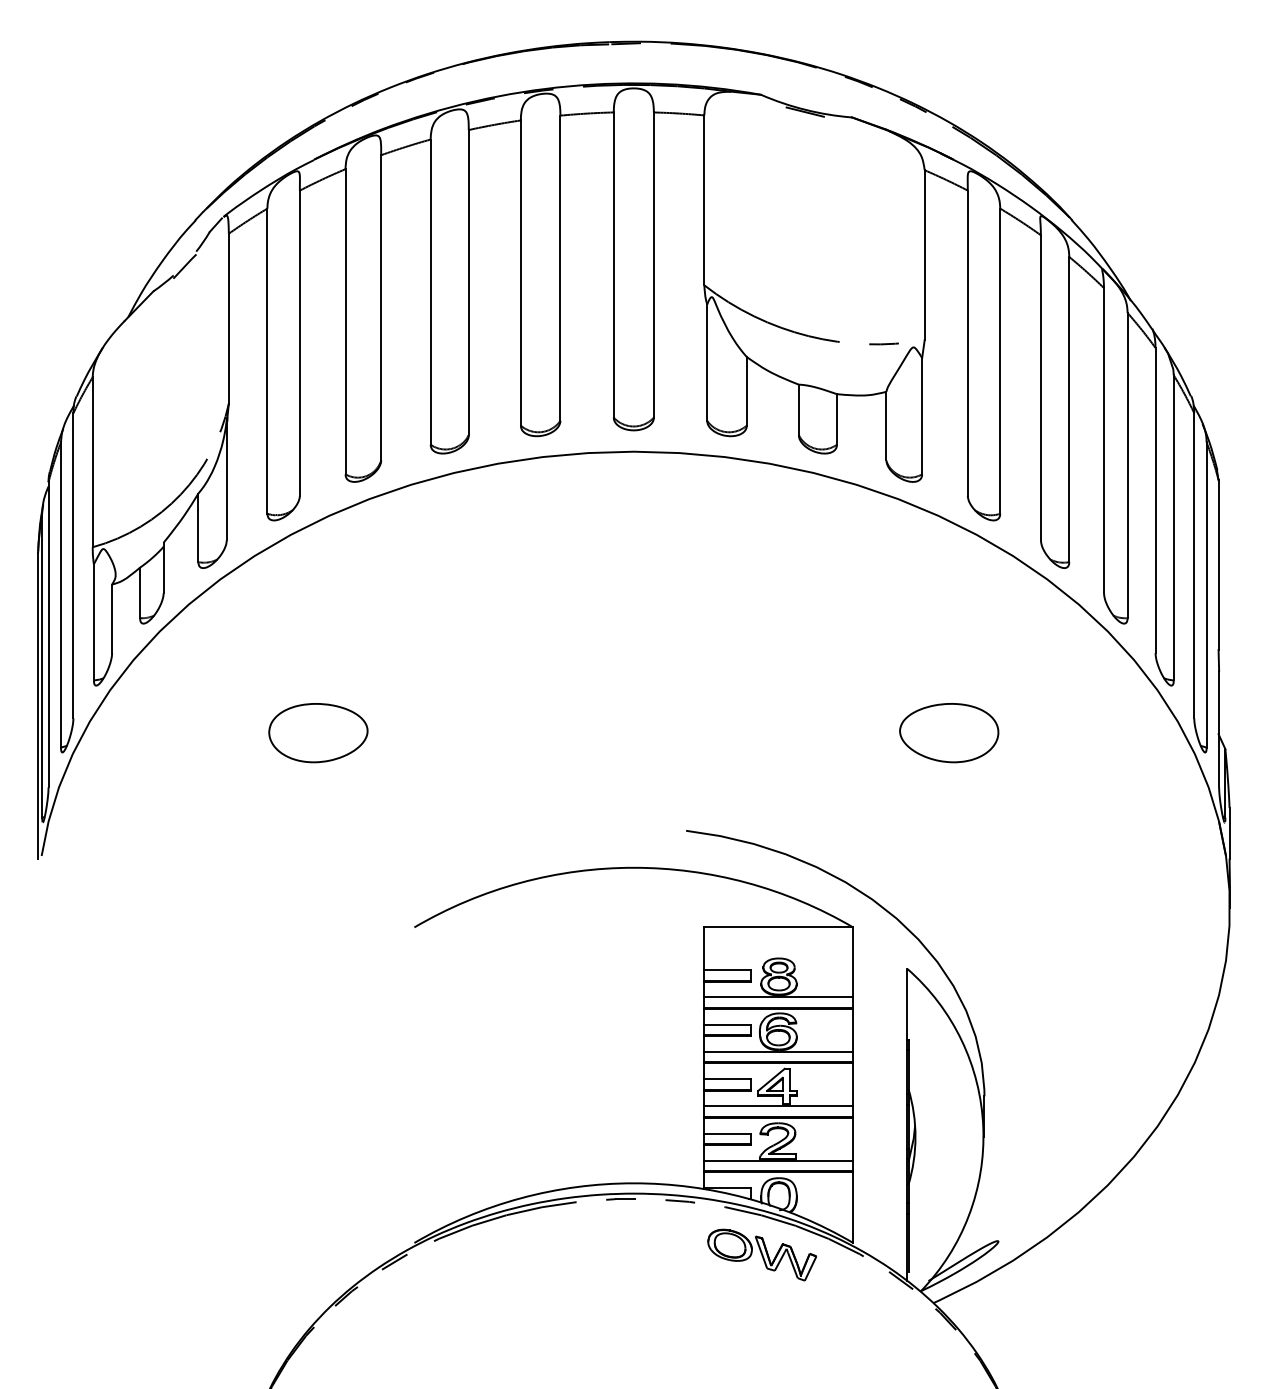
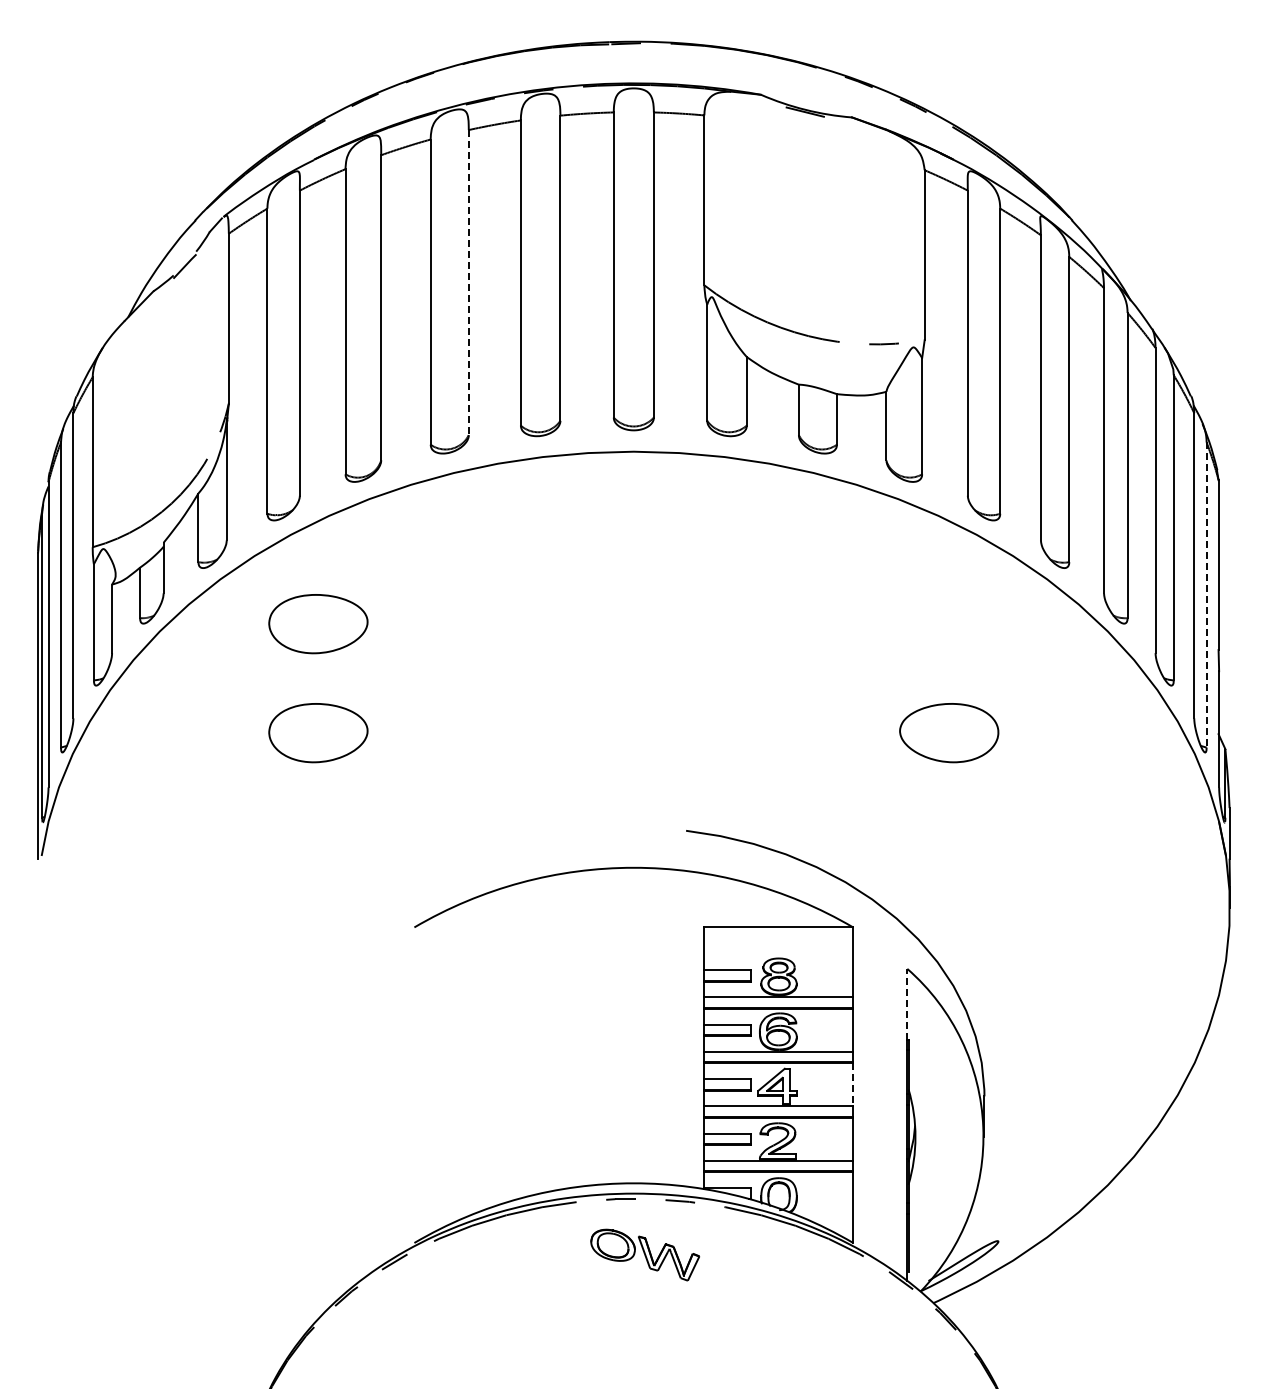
line at (468, 282): solid -> dashed
line at (1206, 595): solid -> dashed
part at (318, 624): none -> present
line at (907, 1003): solid -> dashed
line at (853, 1084): solid -> dashed
part at (762, 1254) position: (762, 1254) -> (645, 1254)
